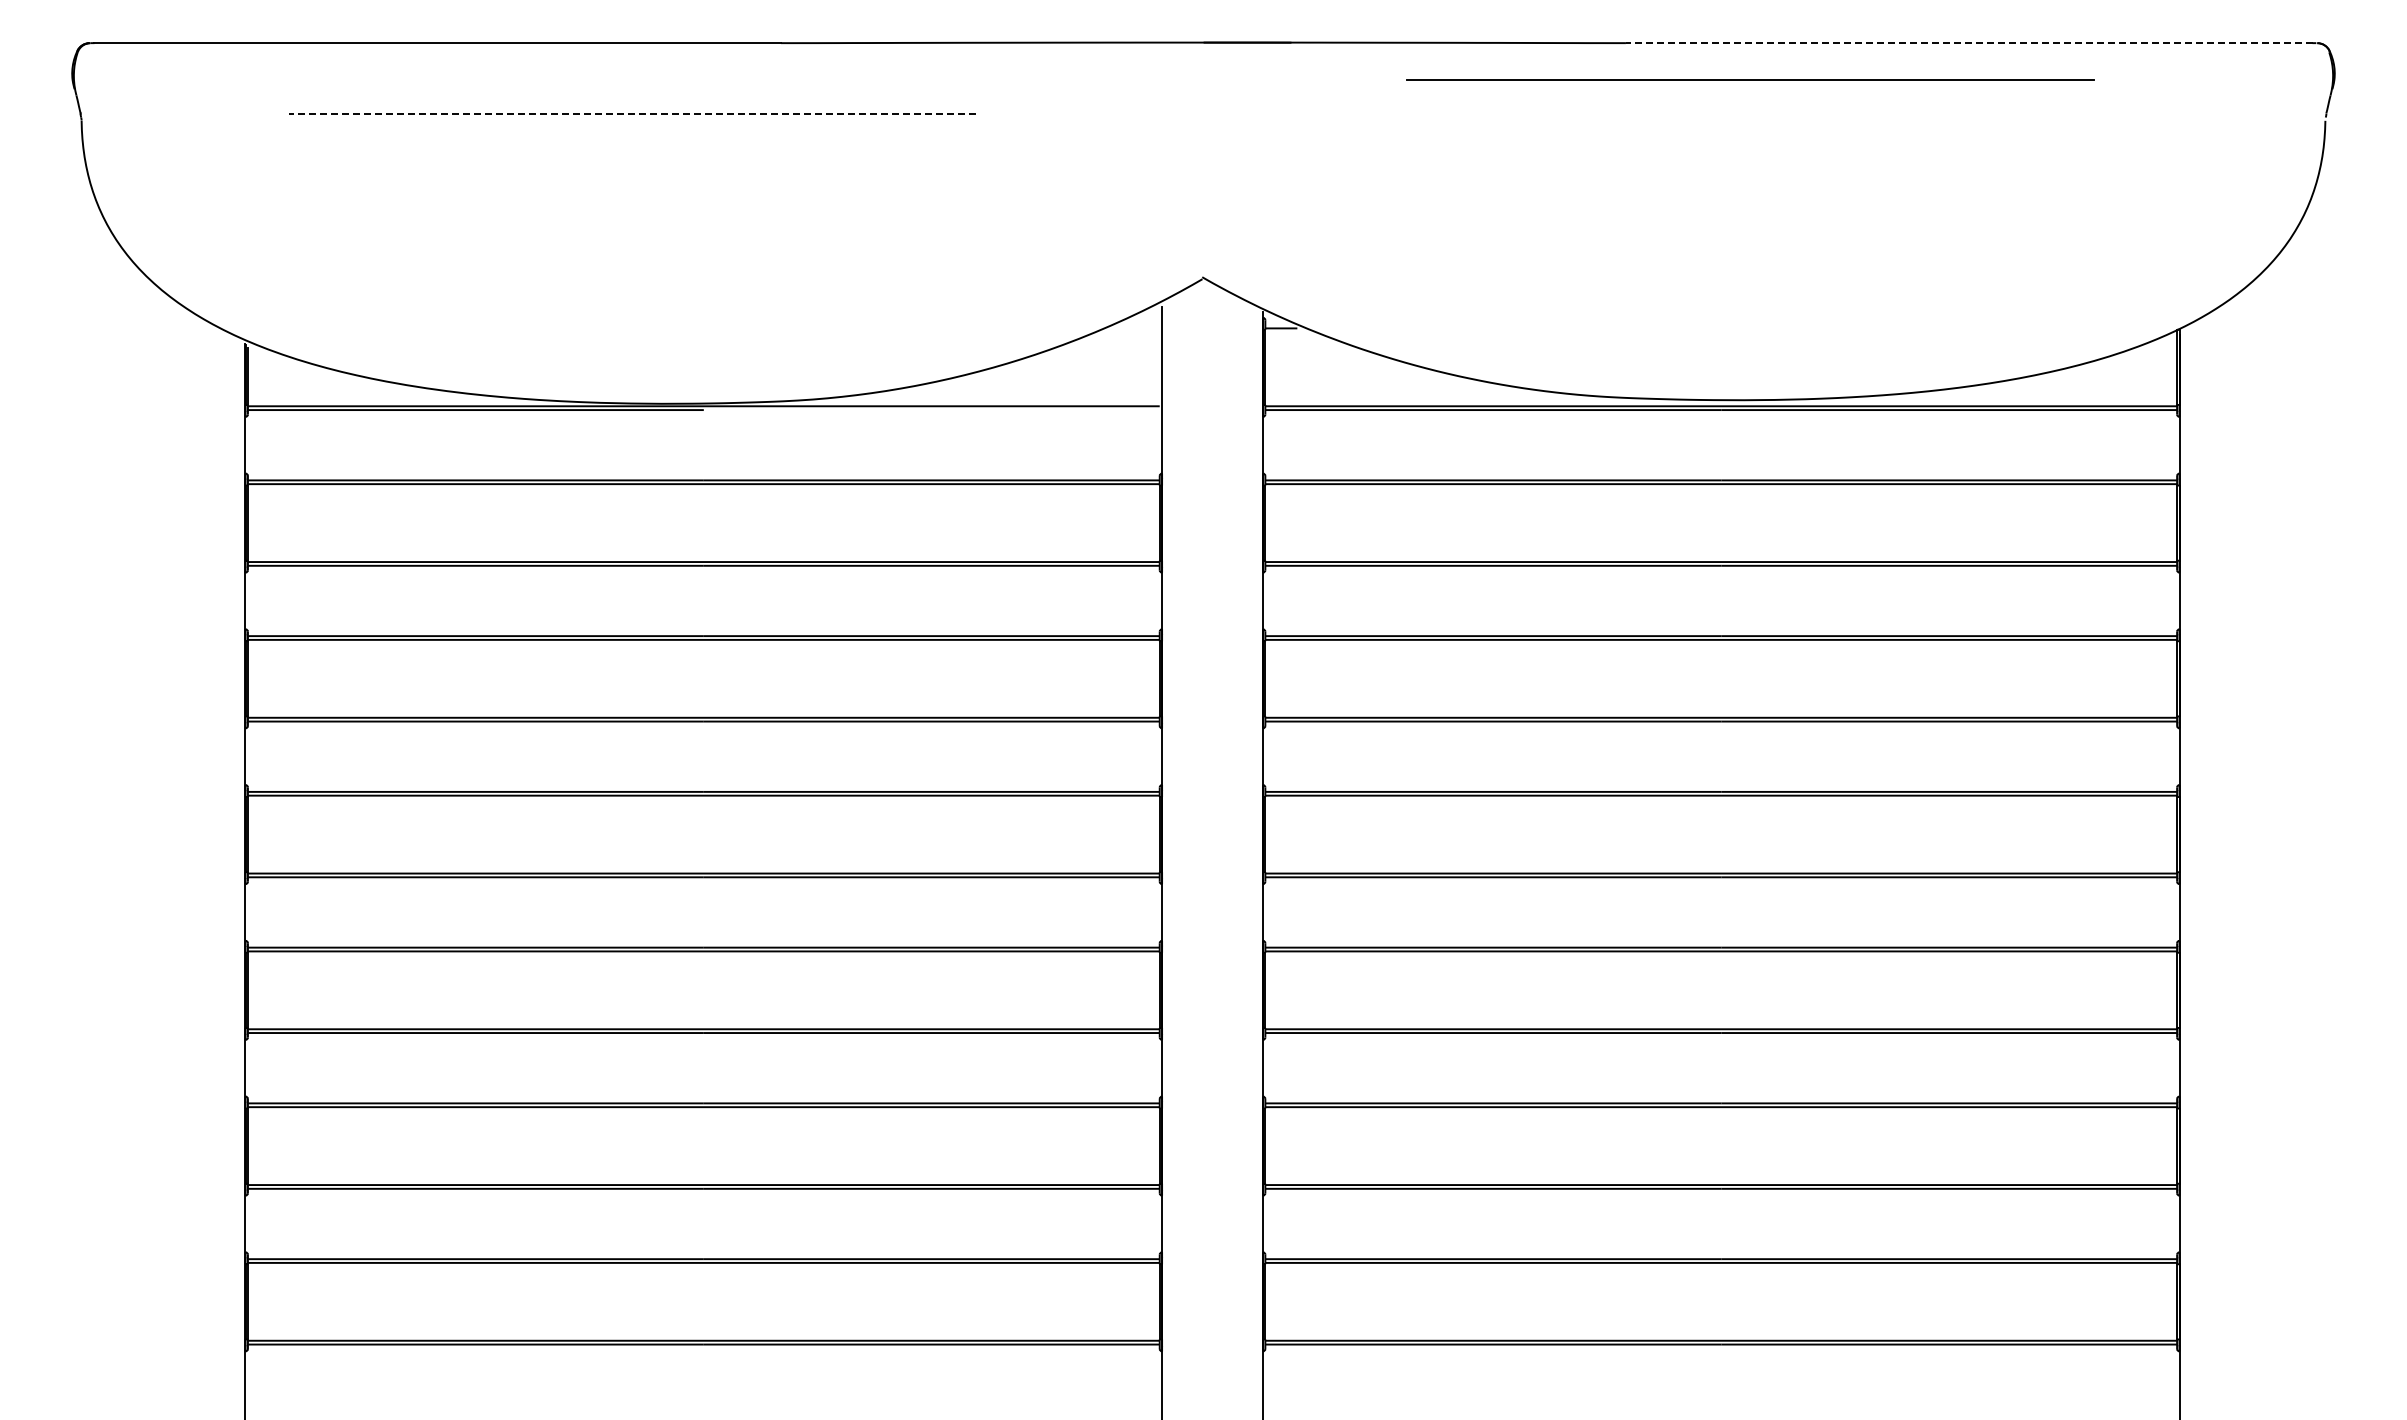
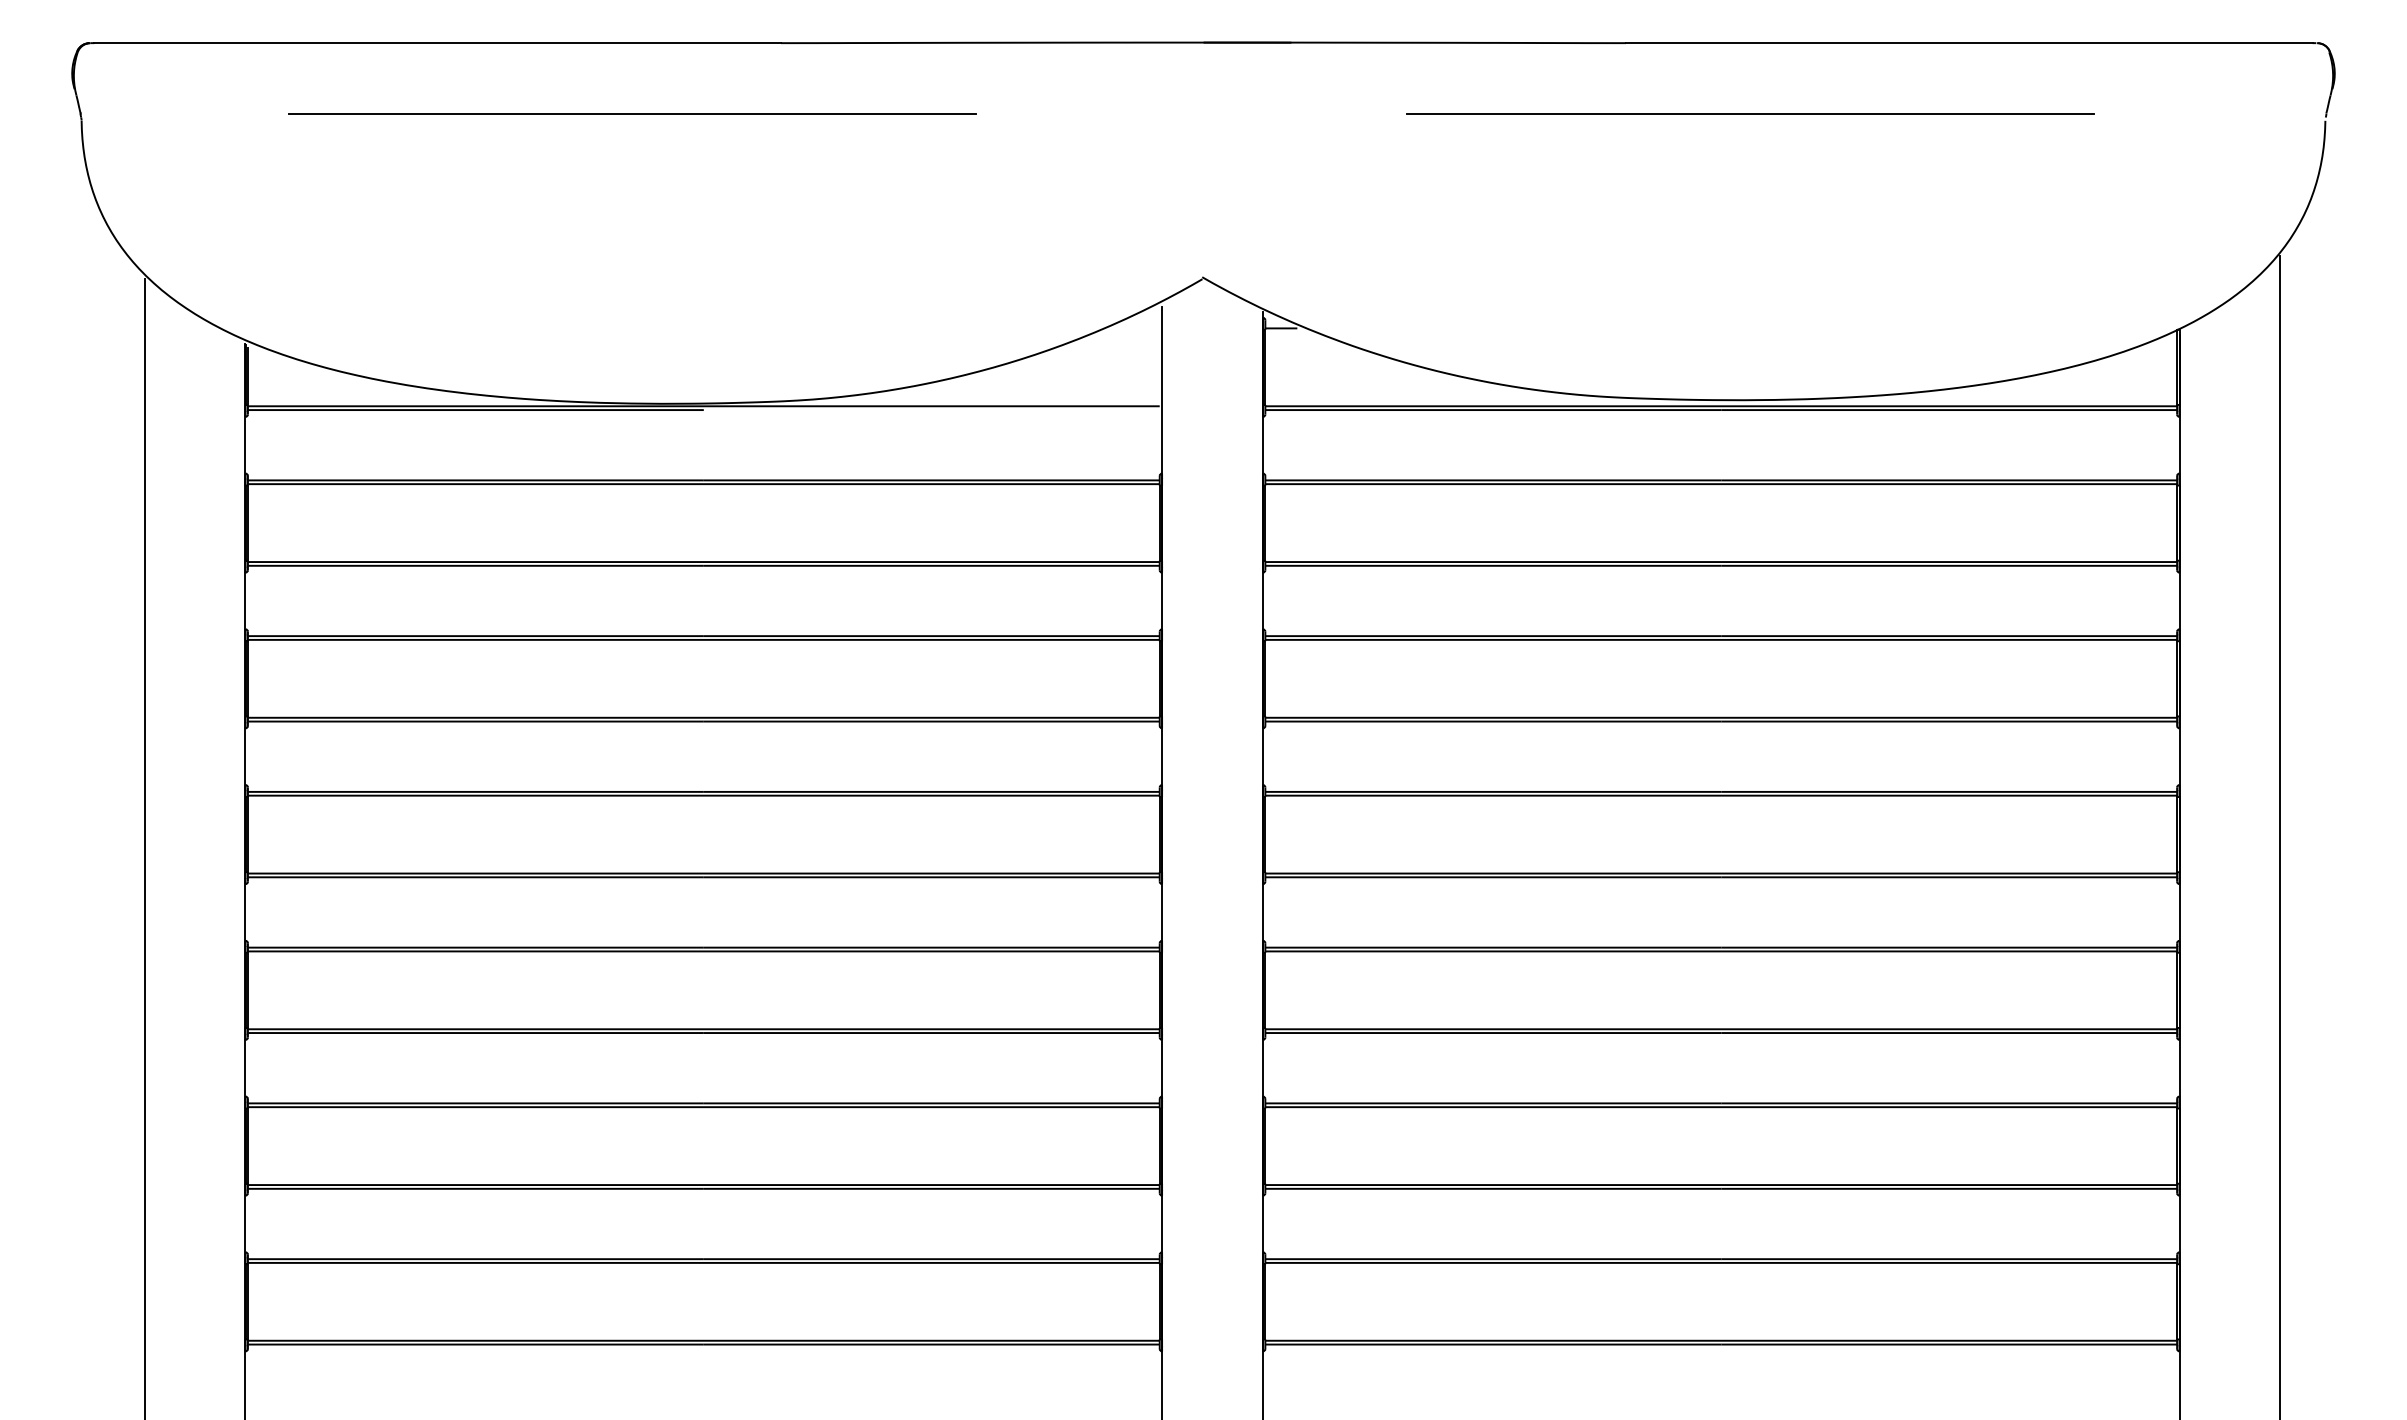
line at (1968, 43): dashed -> solid
line at (1750, 79) position: (1750, 79) -> (1750, 113)
line at (632, 113): dashed -> solid
line at (2280, 835): none -> present
line at (144, 847): none -> present
